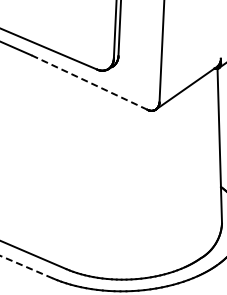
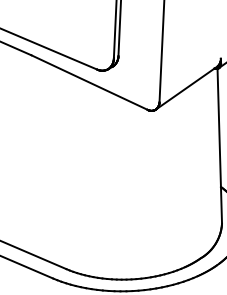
line at (89, 82): dashed -> solid
line at (26, 267): dashed -> solid
